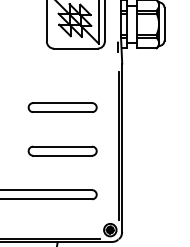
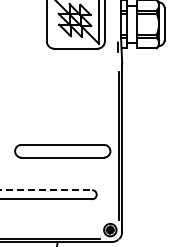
part at (62, 107): present -> none
part at (62, 150) size: 71x12 px -> 98x15 px
line at (46, 190): solid -> dashed
